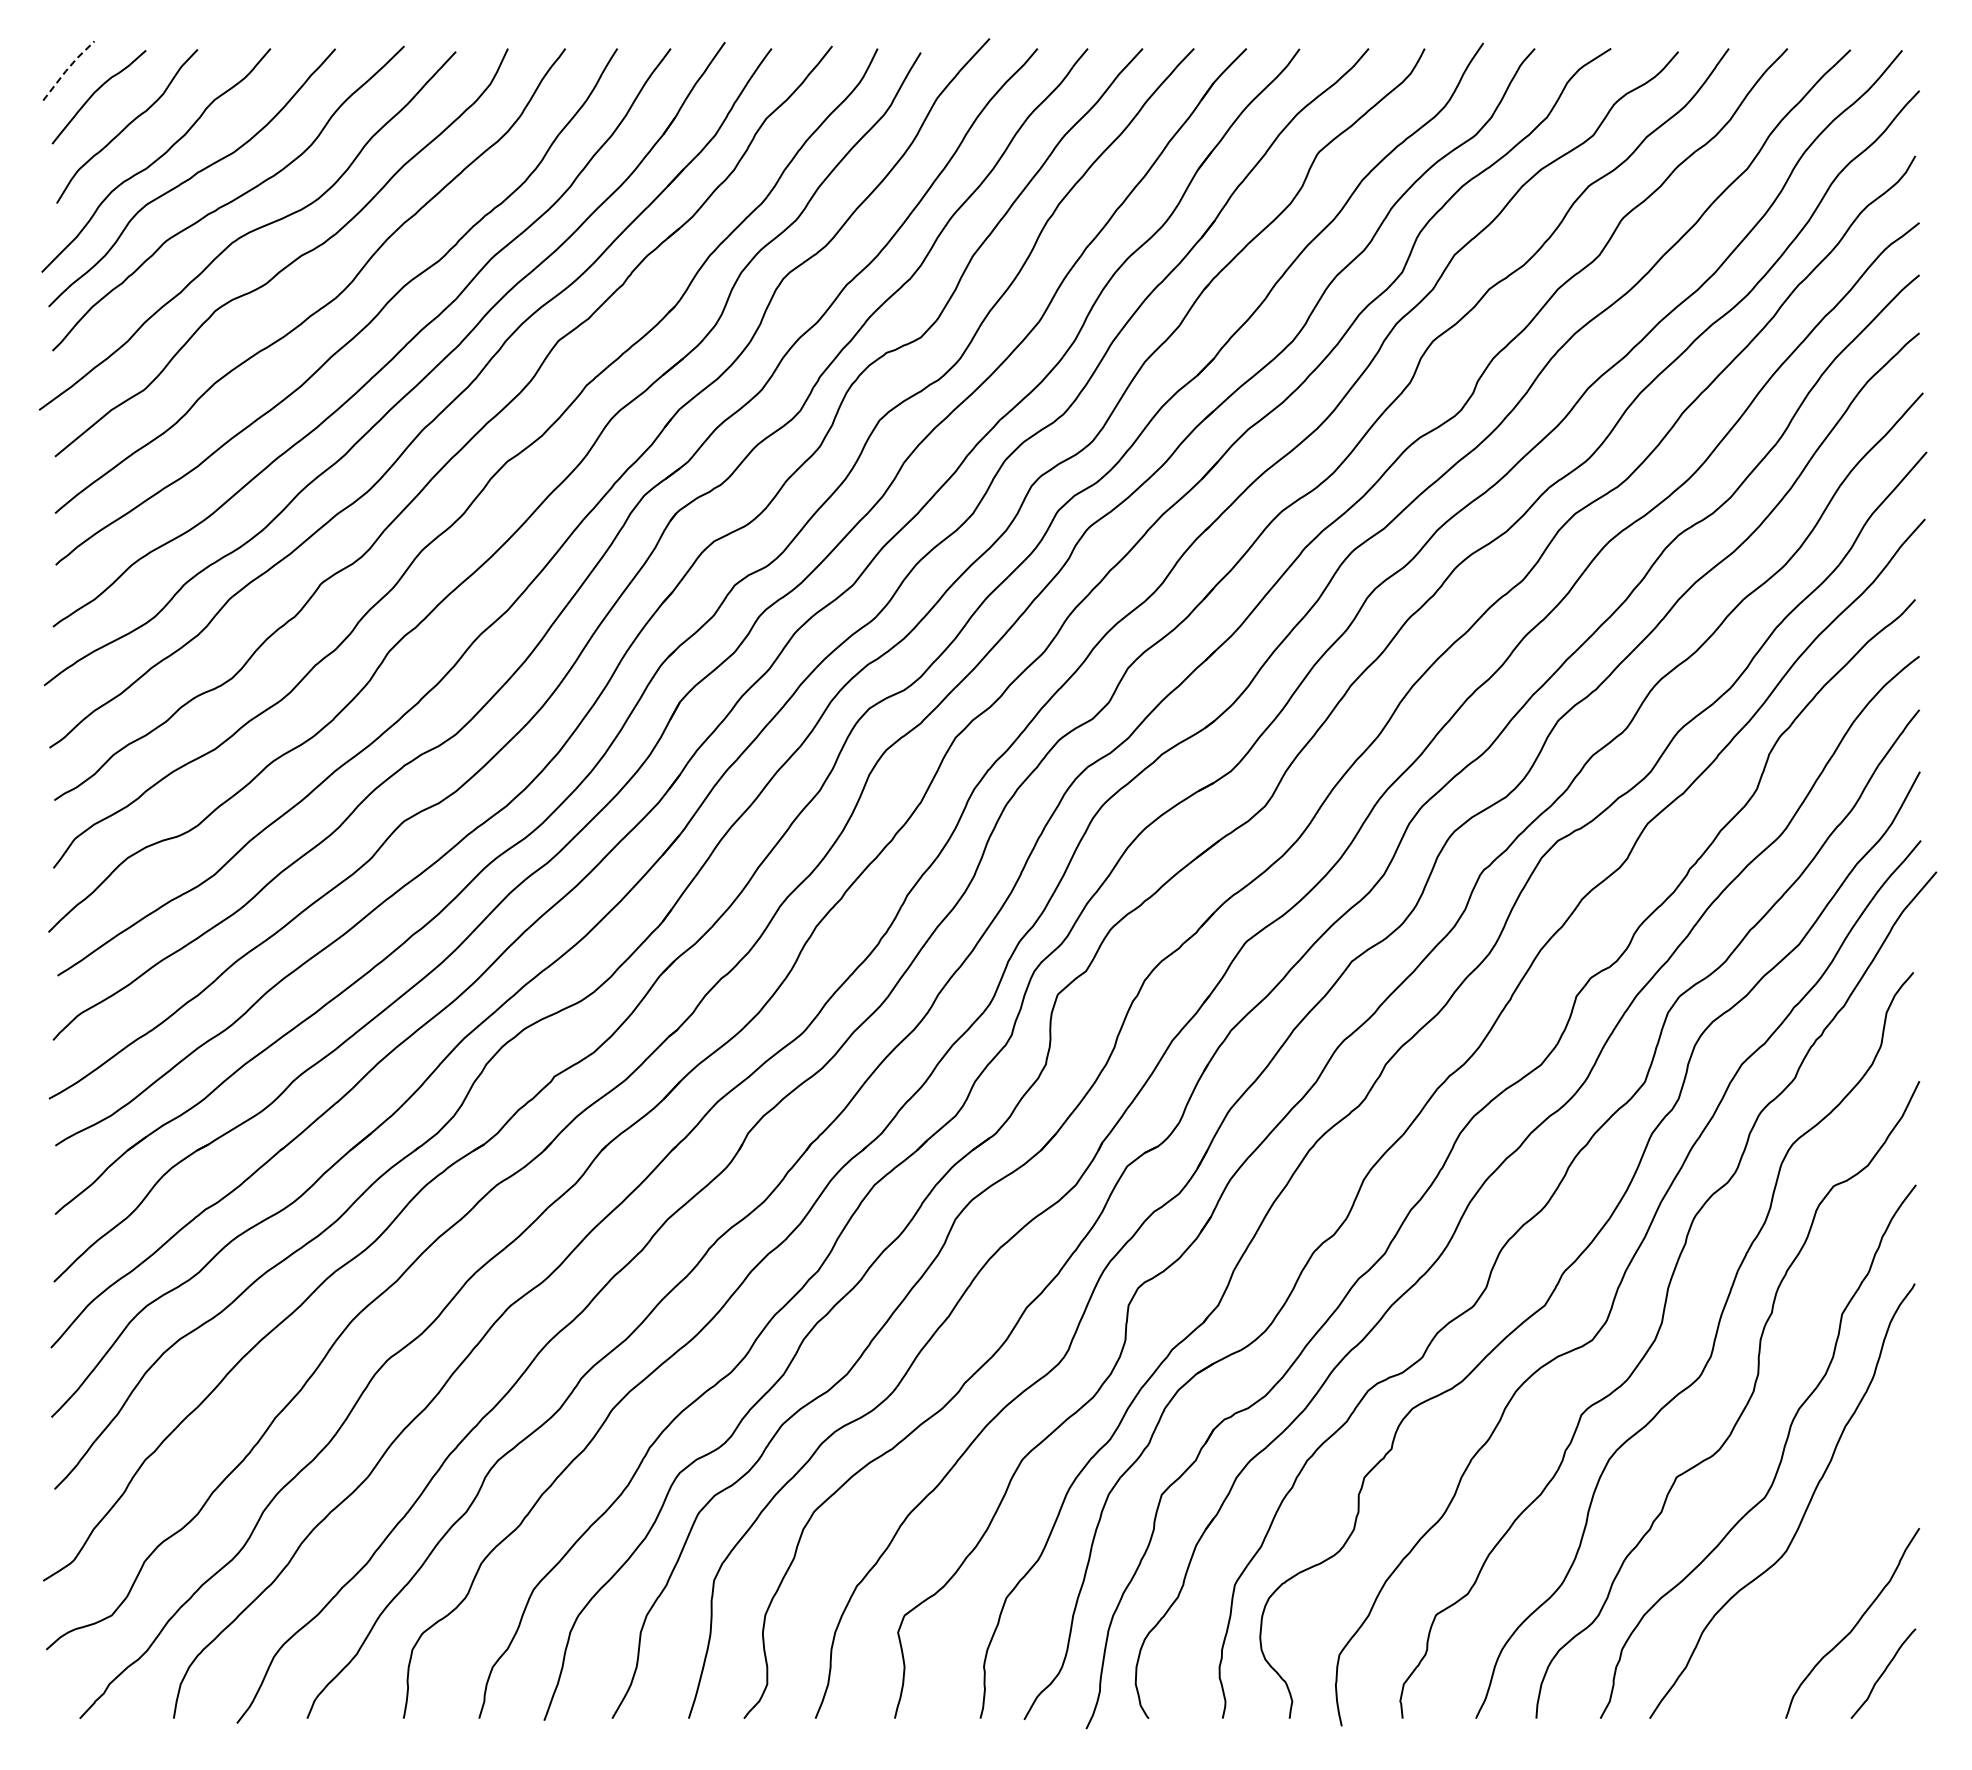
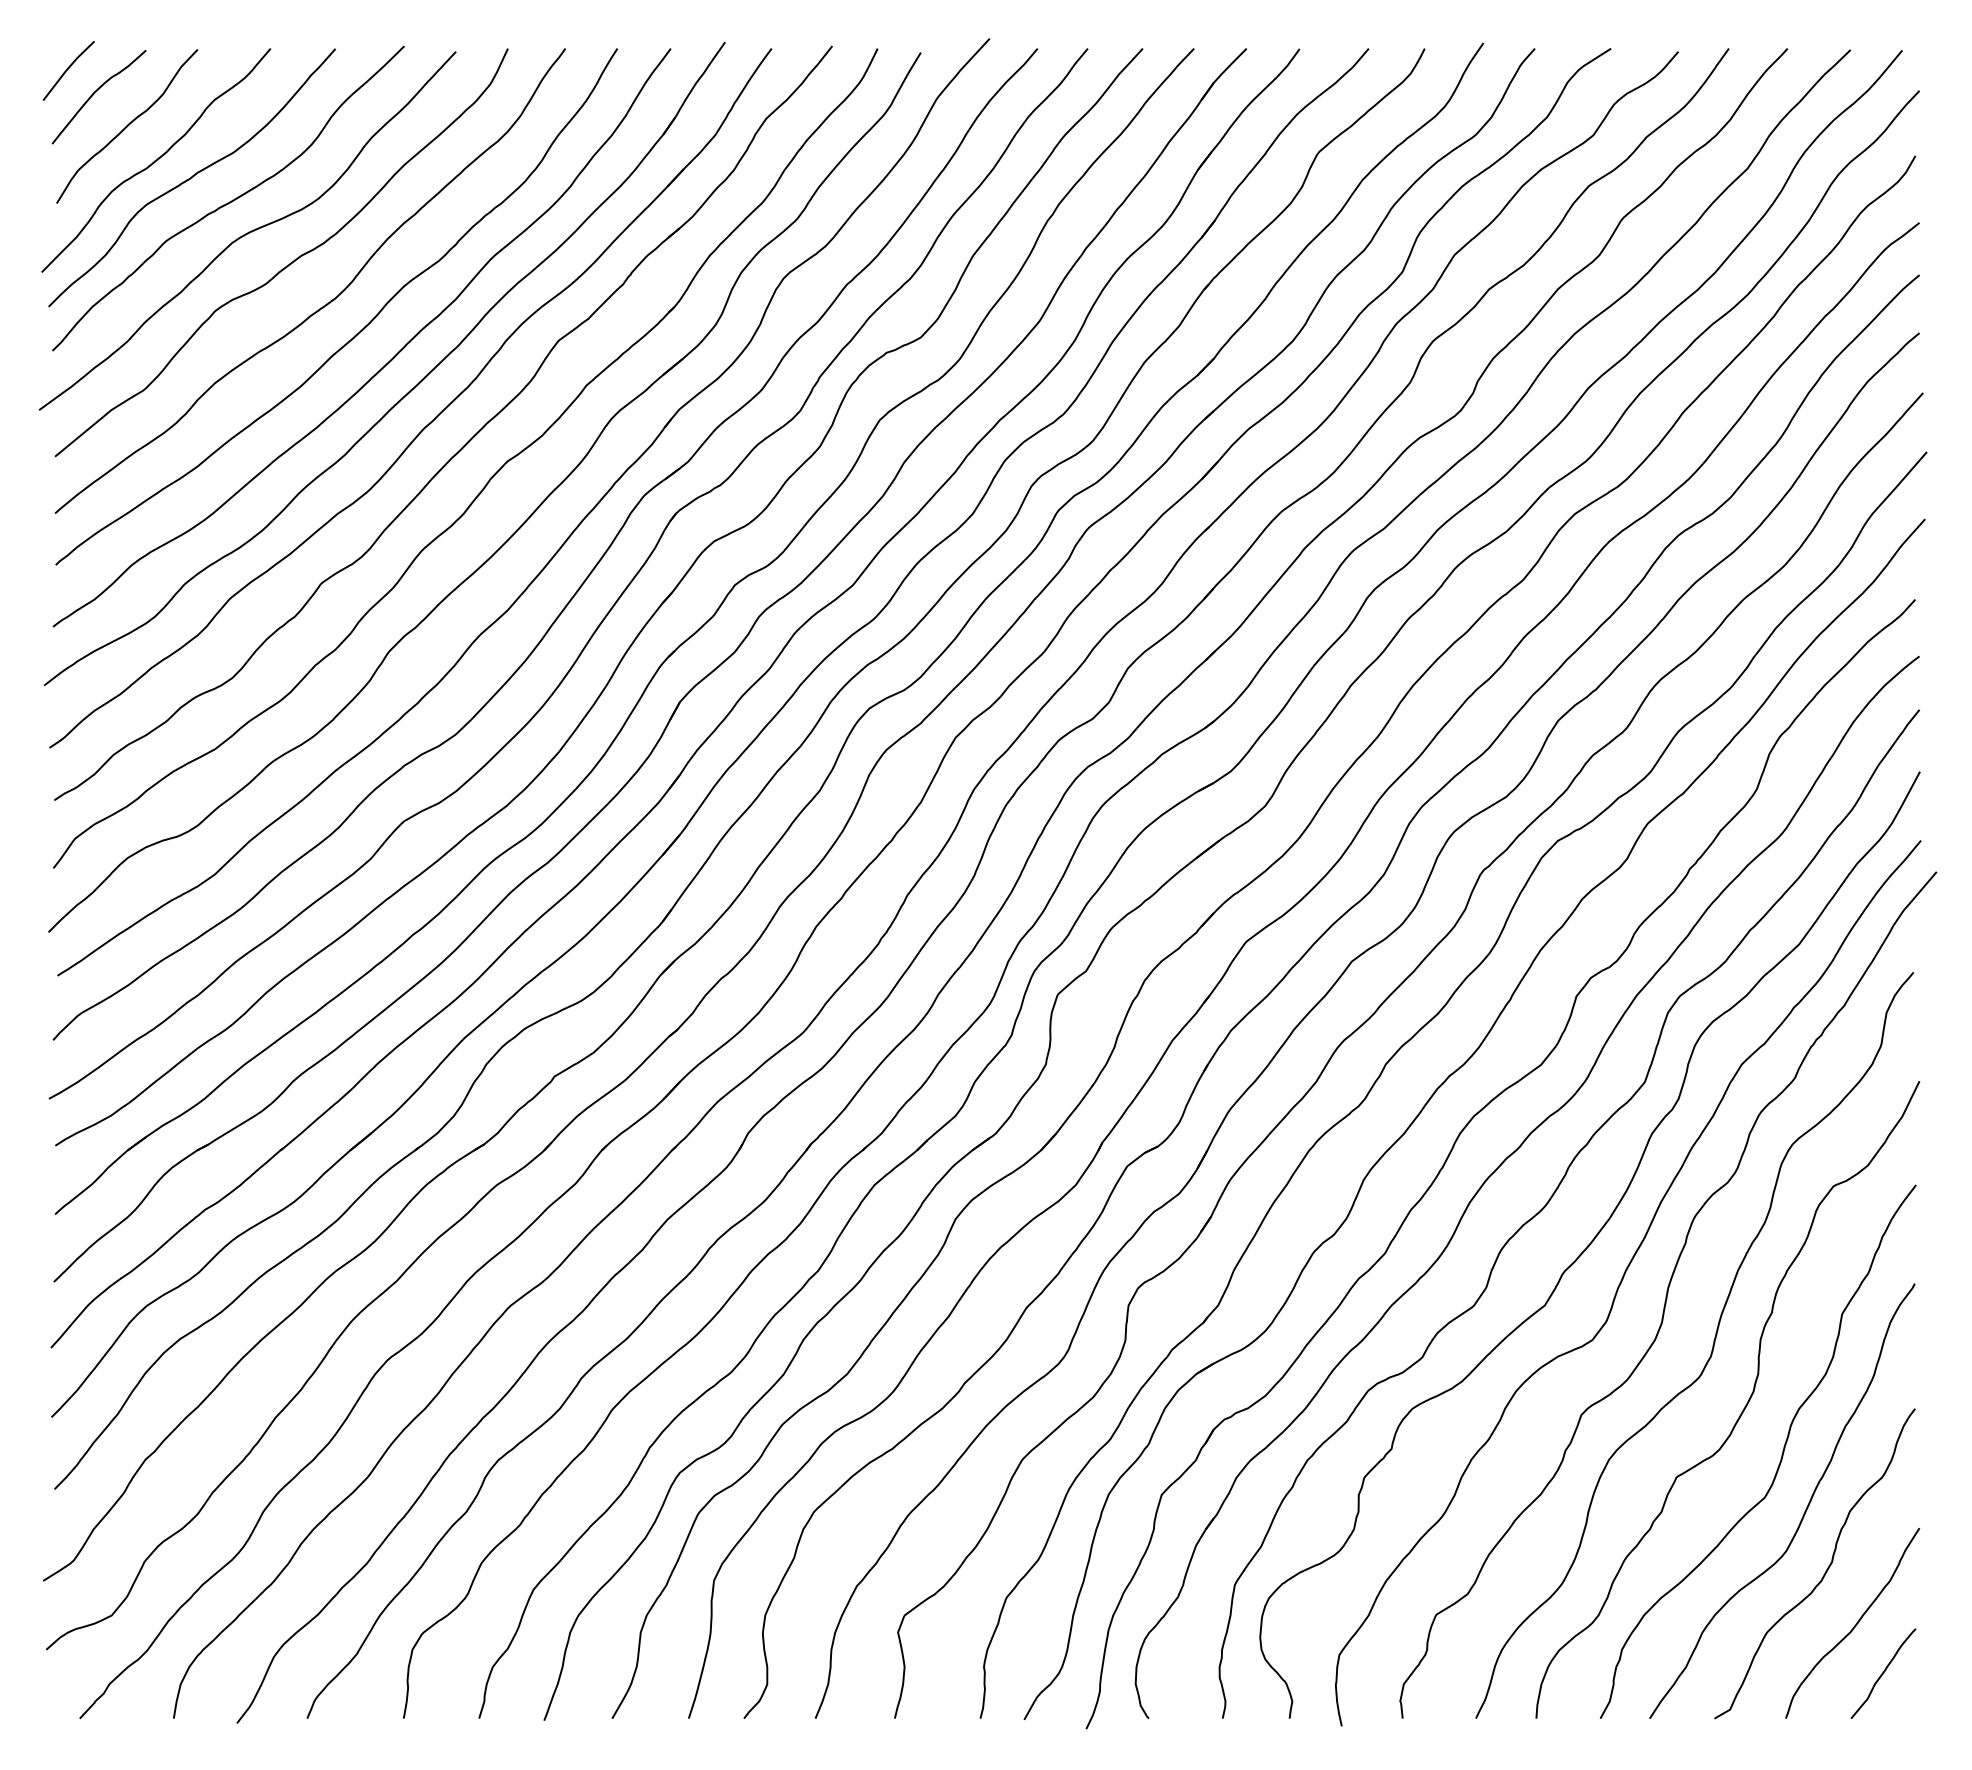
line at (67, 69): dashed -> solid
curve at (1826, 1569): none -> present
